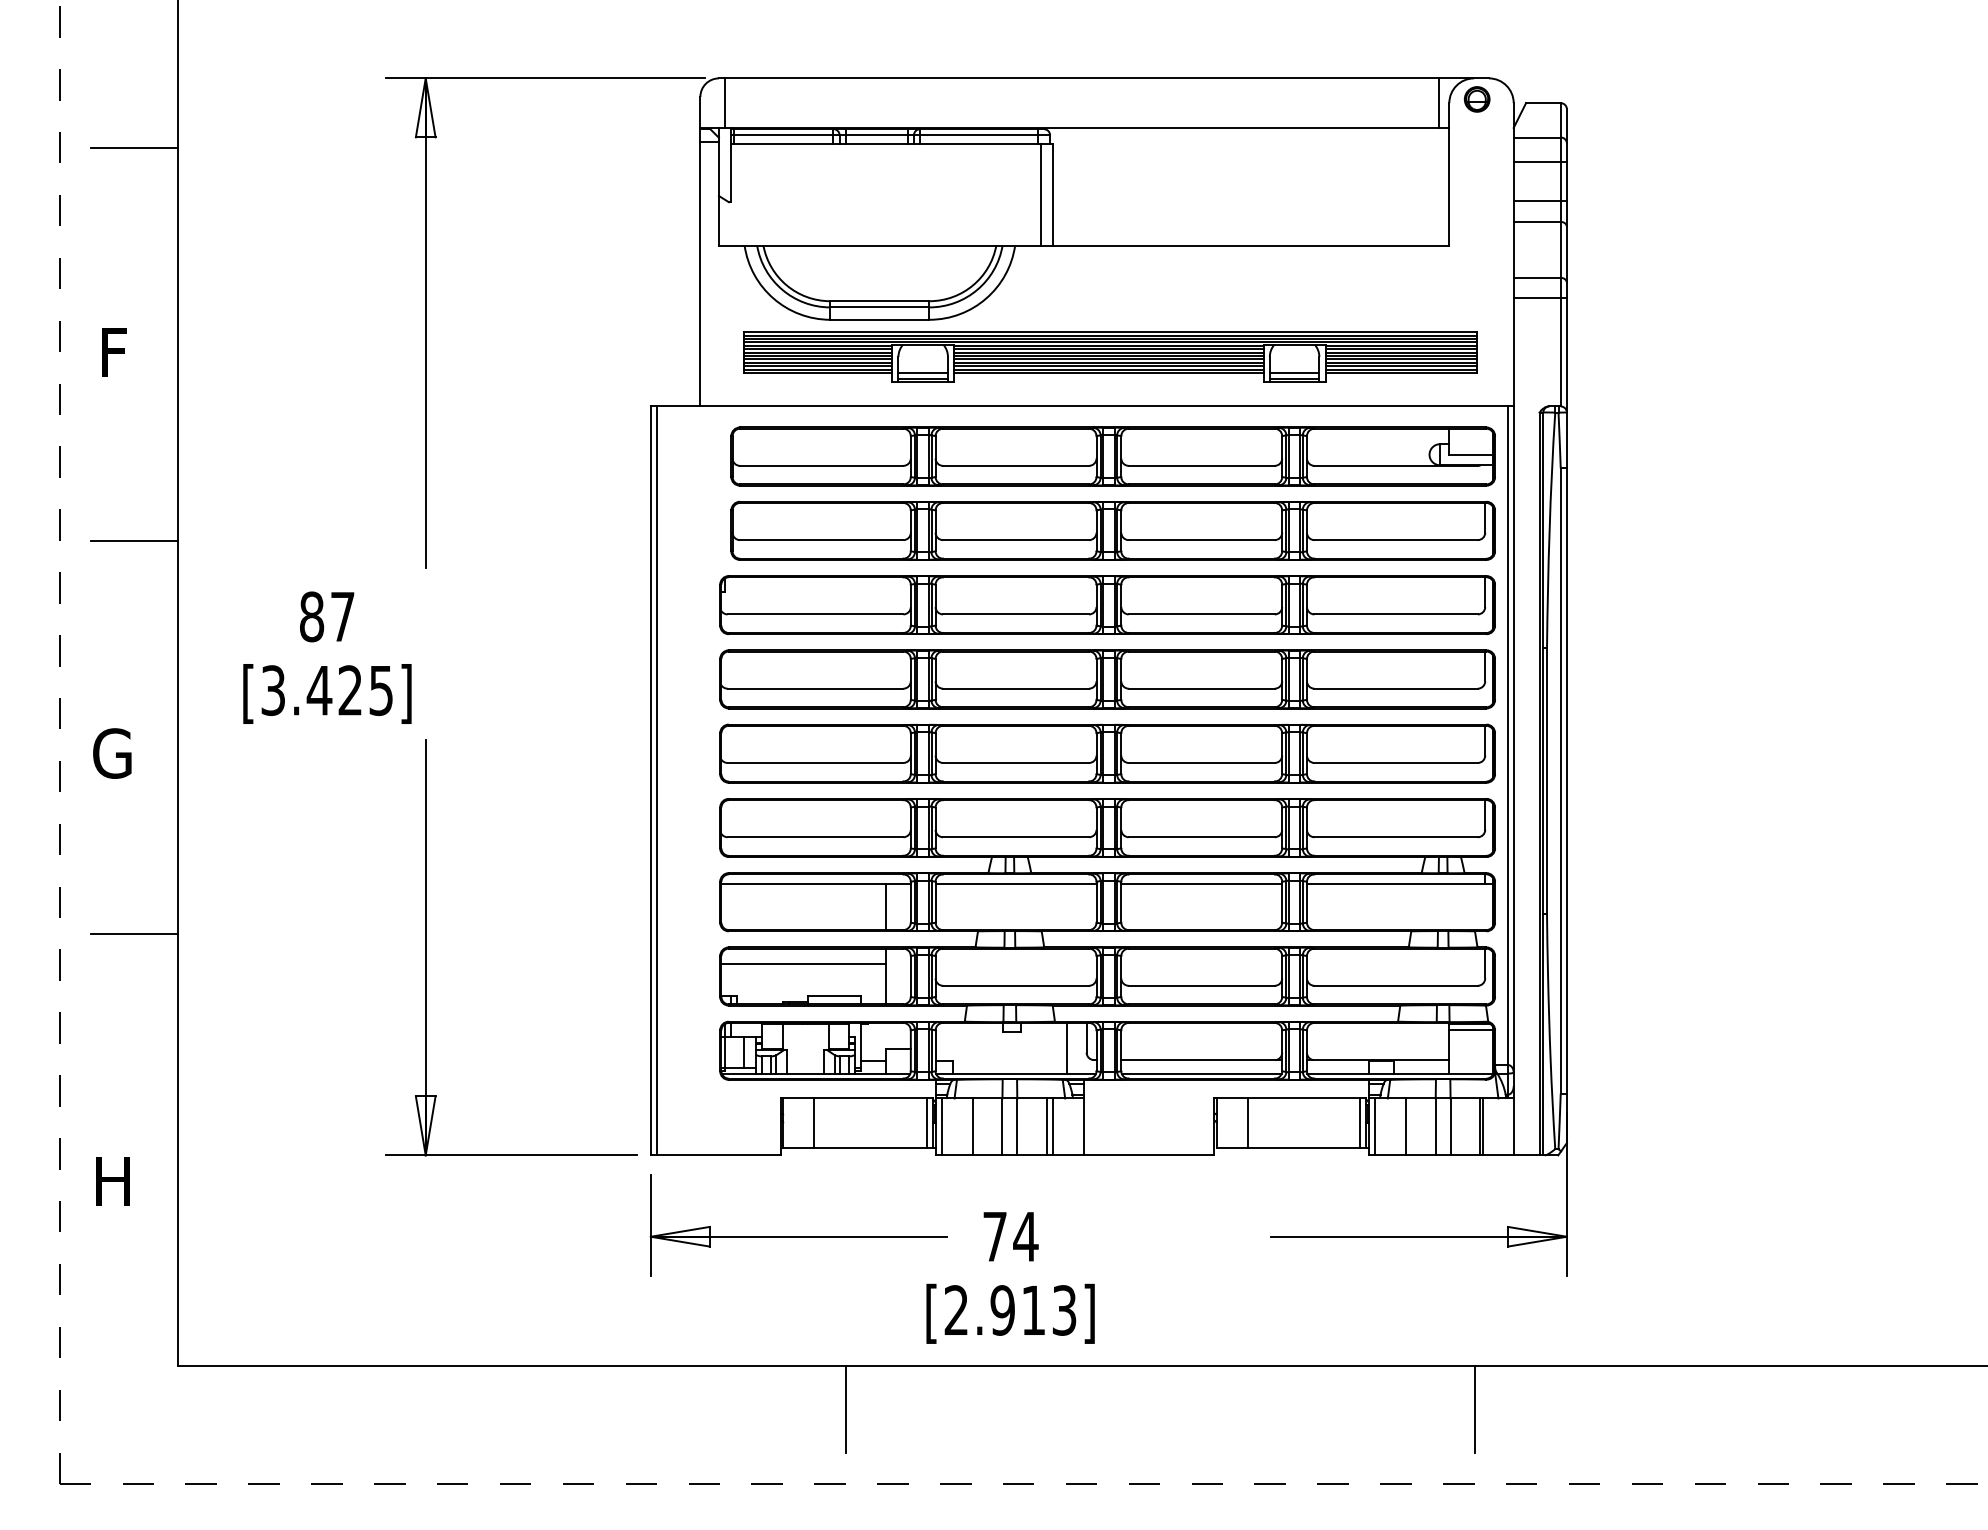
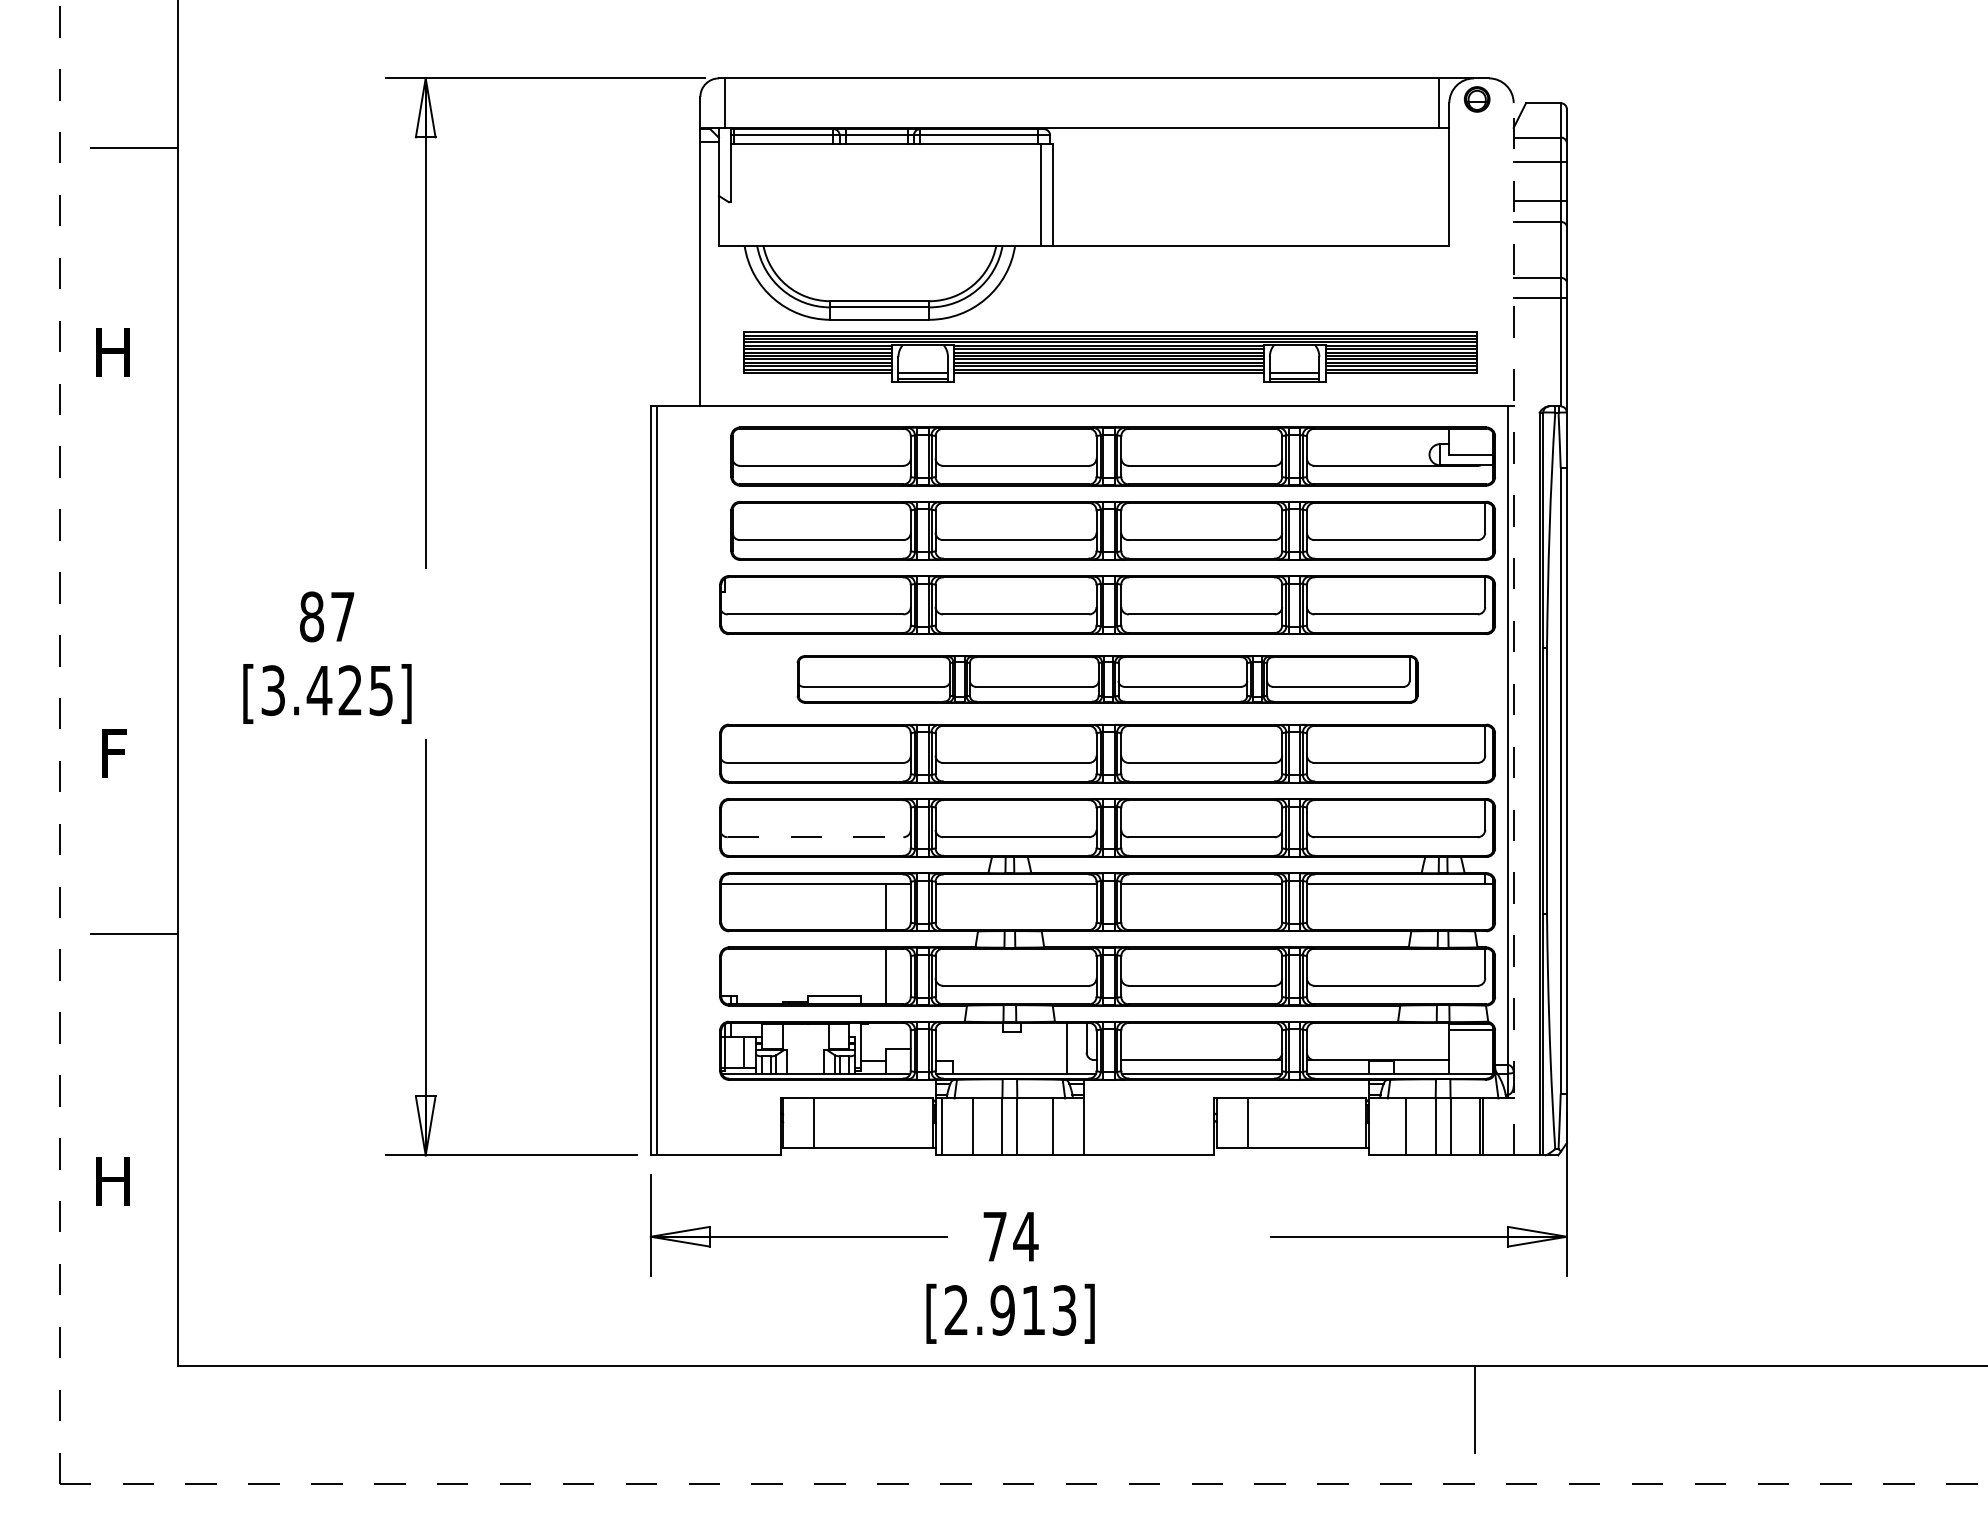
text at (112, 352): F -> H
line at (134, 540): present -> none
line at (1513, 628): solid -> dashed
part at (1107, 679) size: 777x61 px -> 623x49 px
text at (112, 753): G -> F
line at (815, 837): solid -> dashed
line at (803, 964): present -> none
line at (926, 1122): present -> none
line at (1360, 1122): present -> none
line at (1047, 1126): present -> none
line at (1375, 1126): present -> none
line at (845, 1409): present -> none
